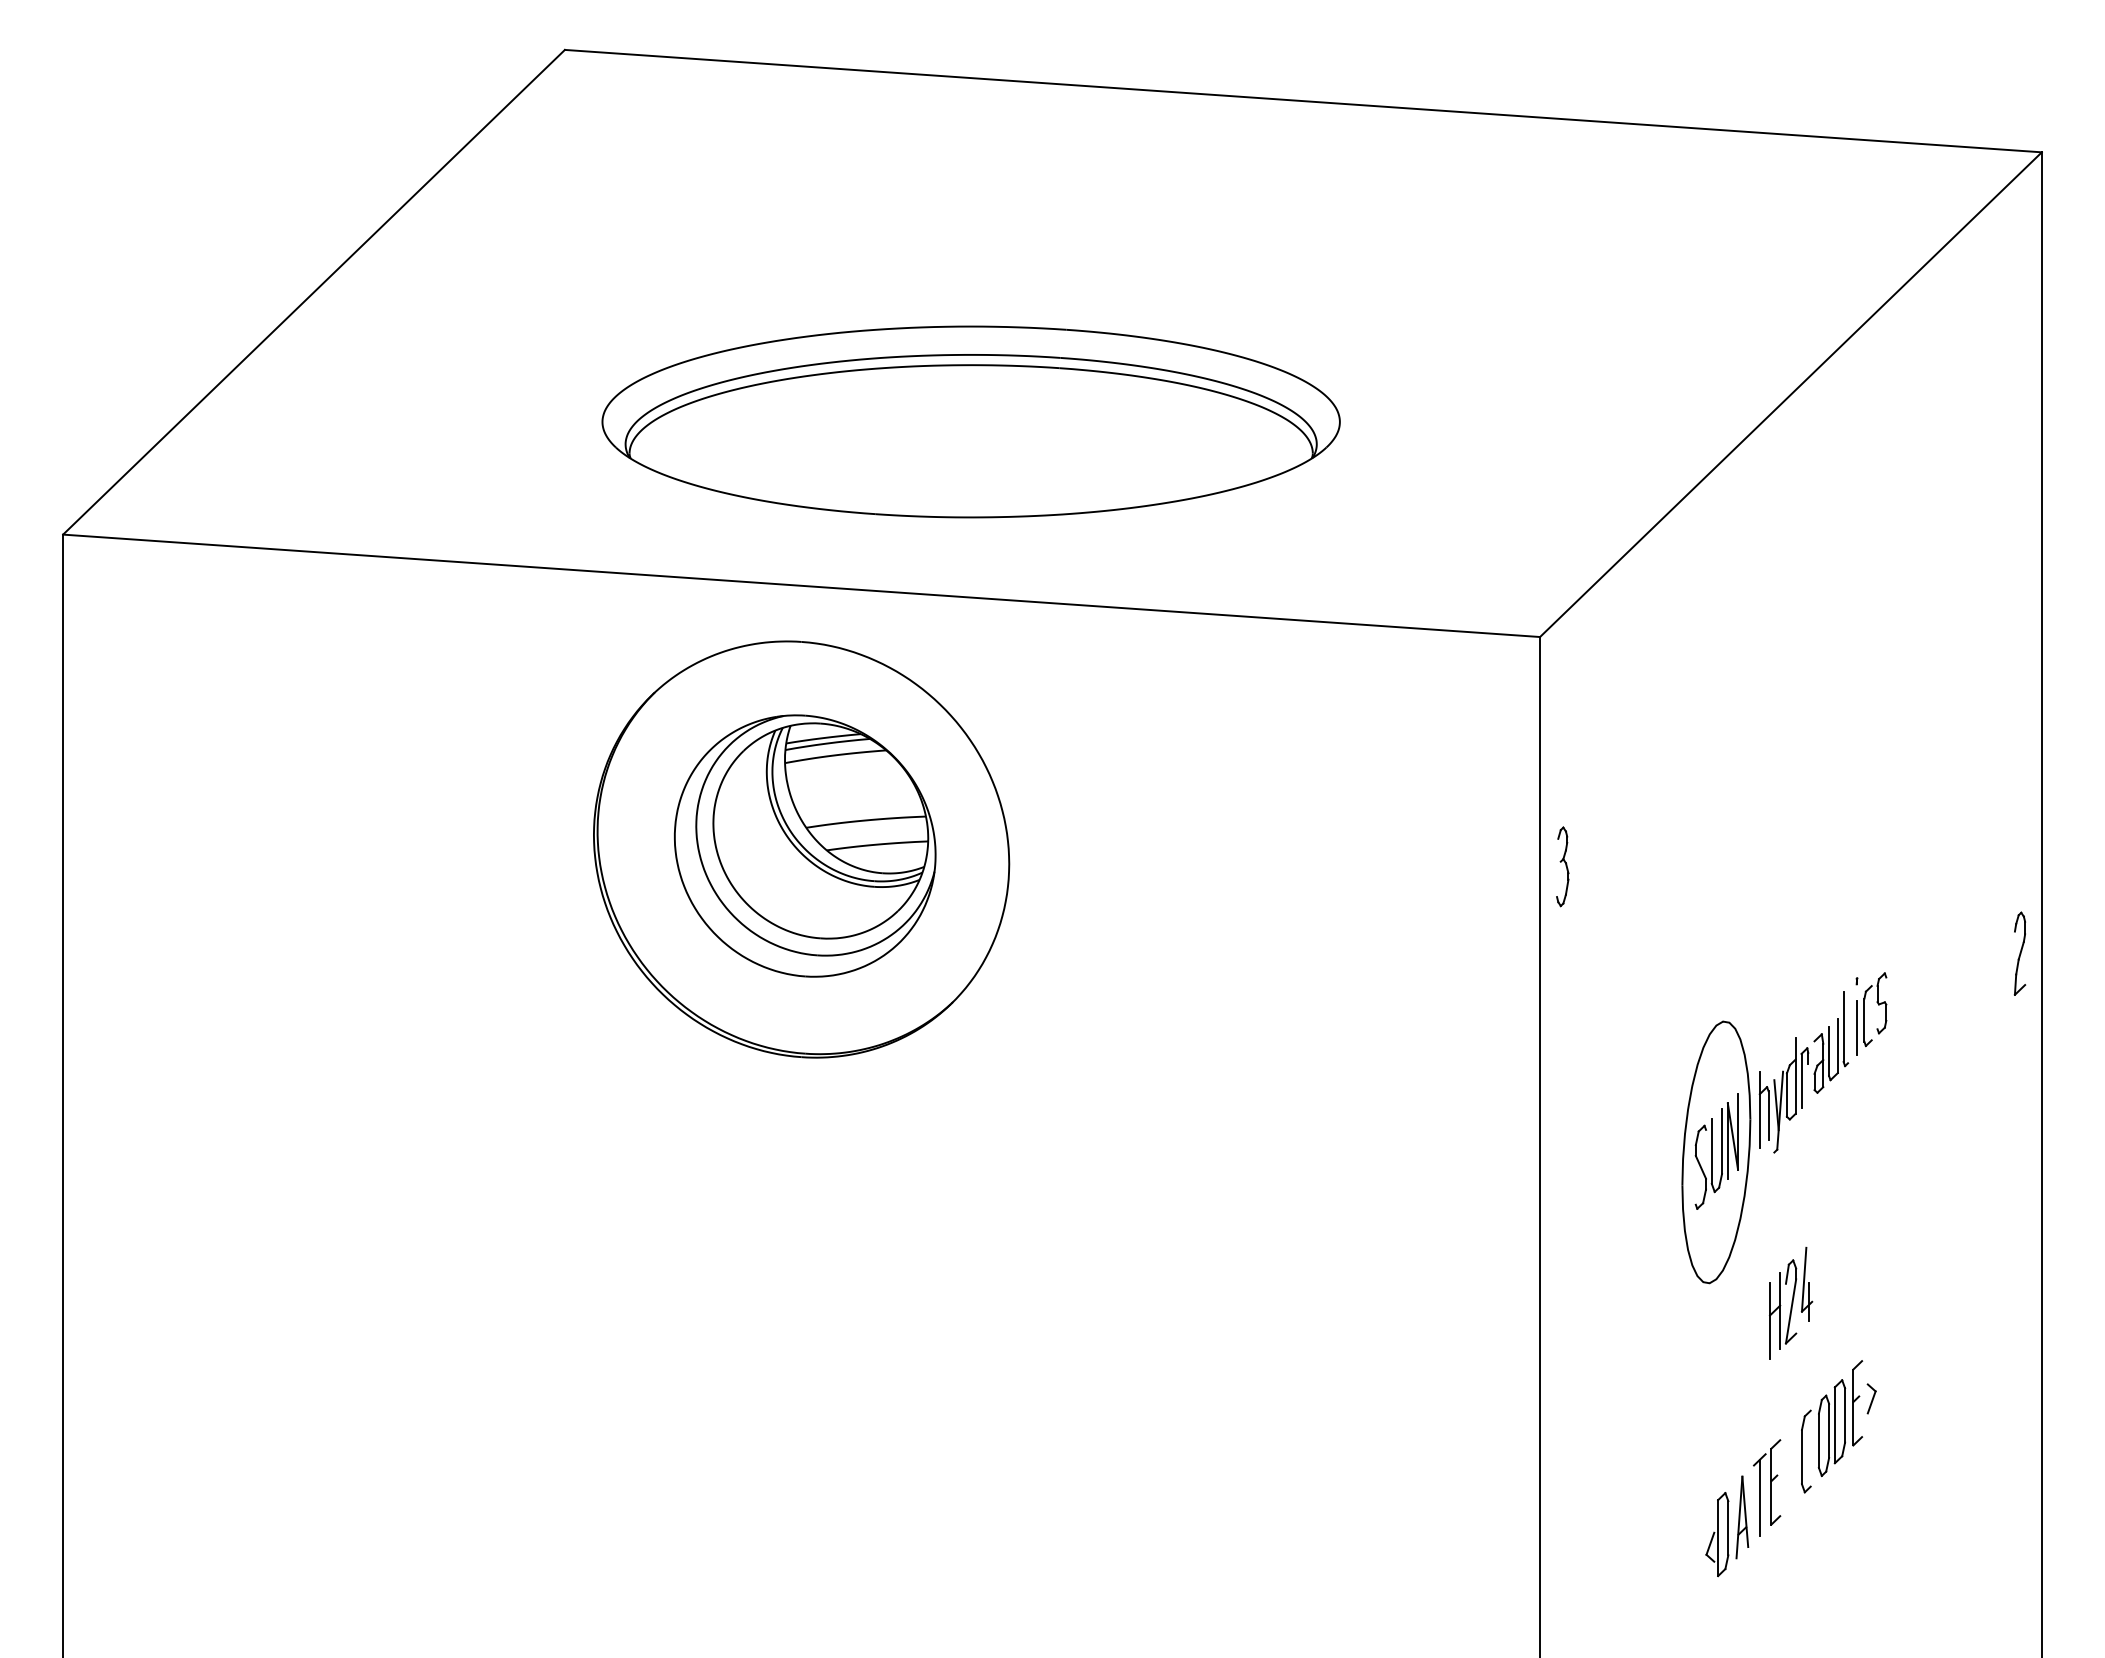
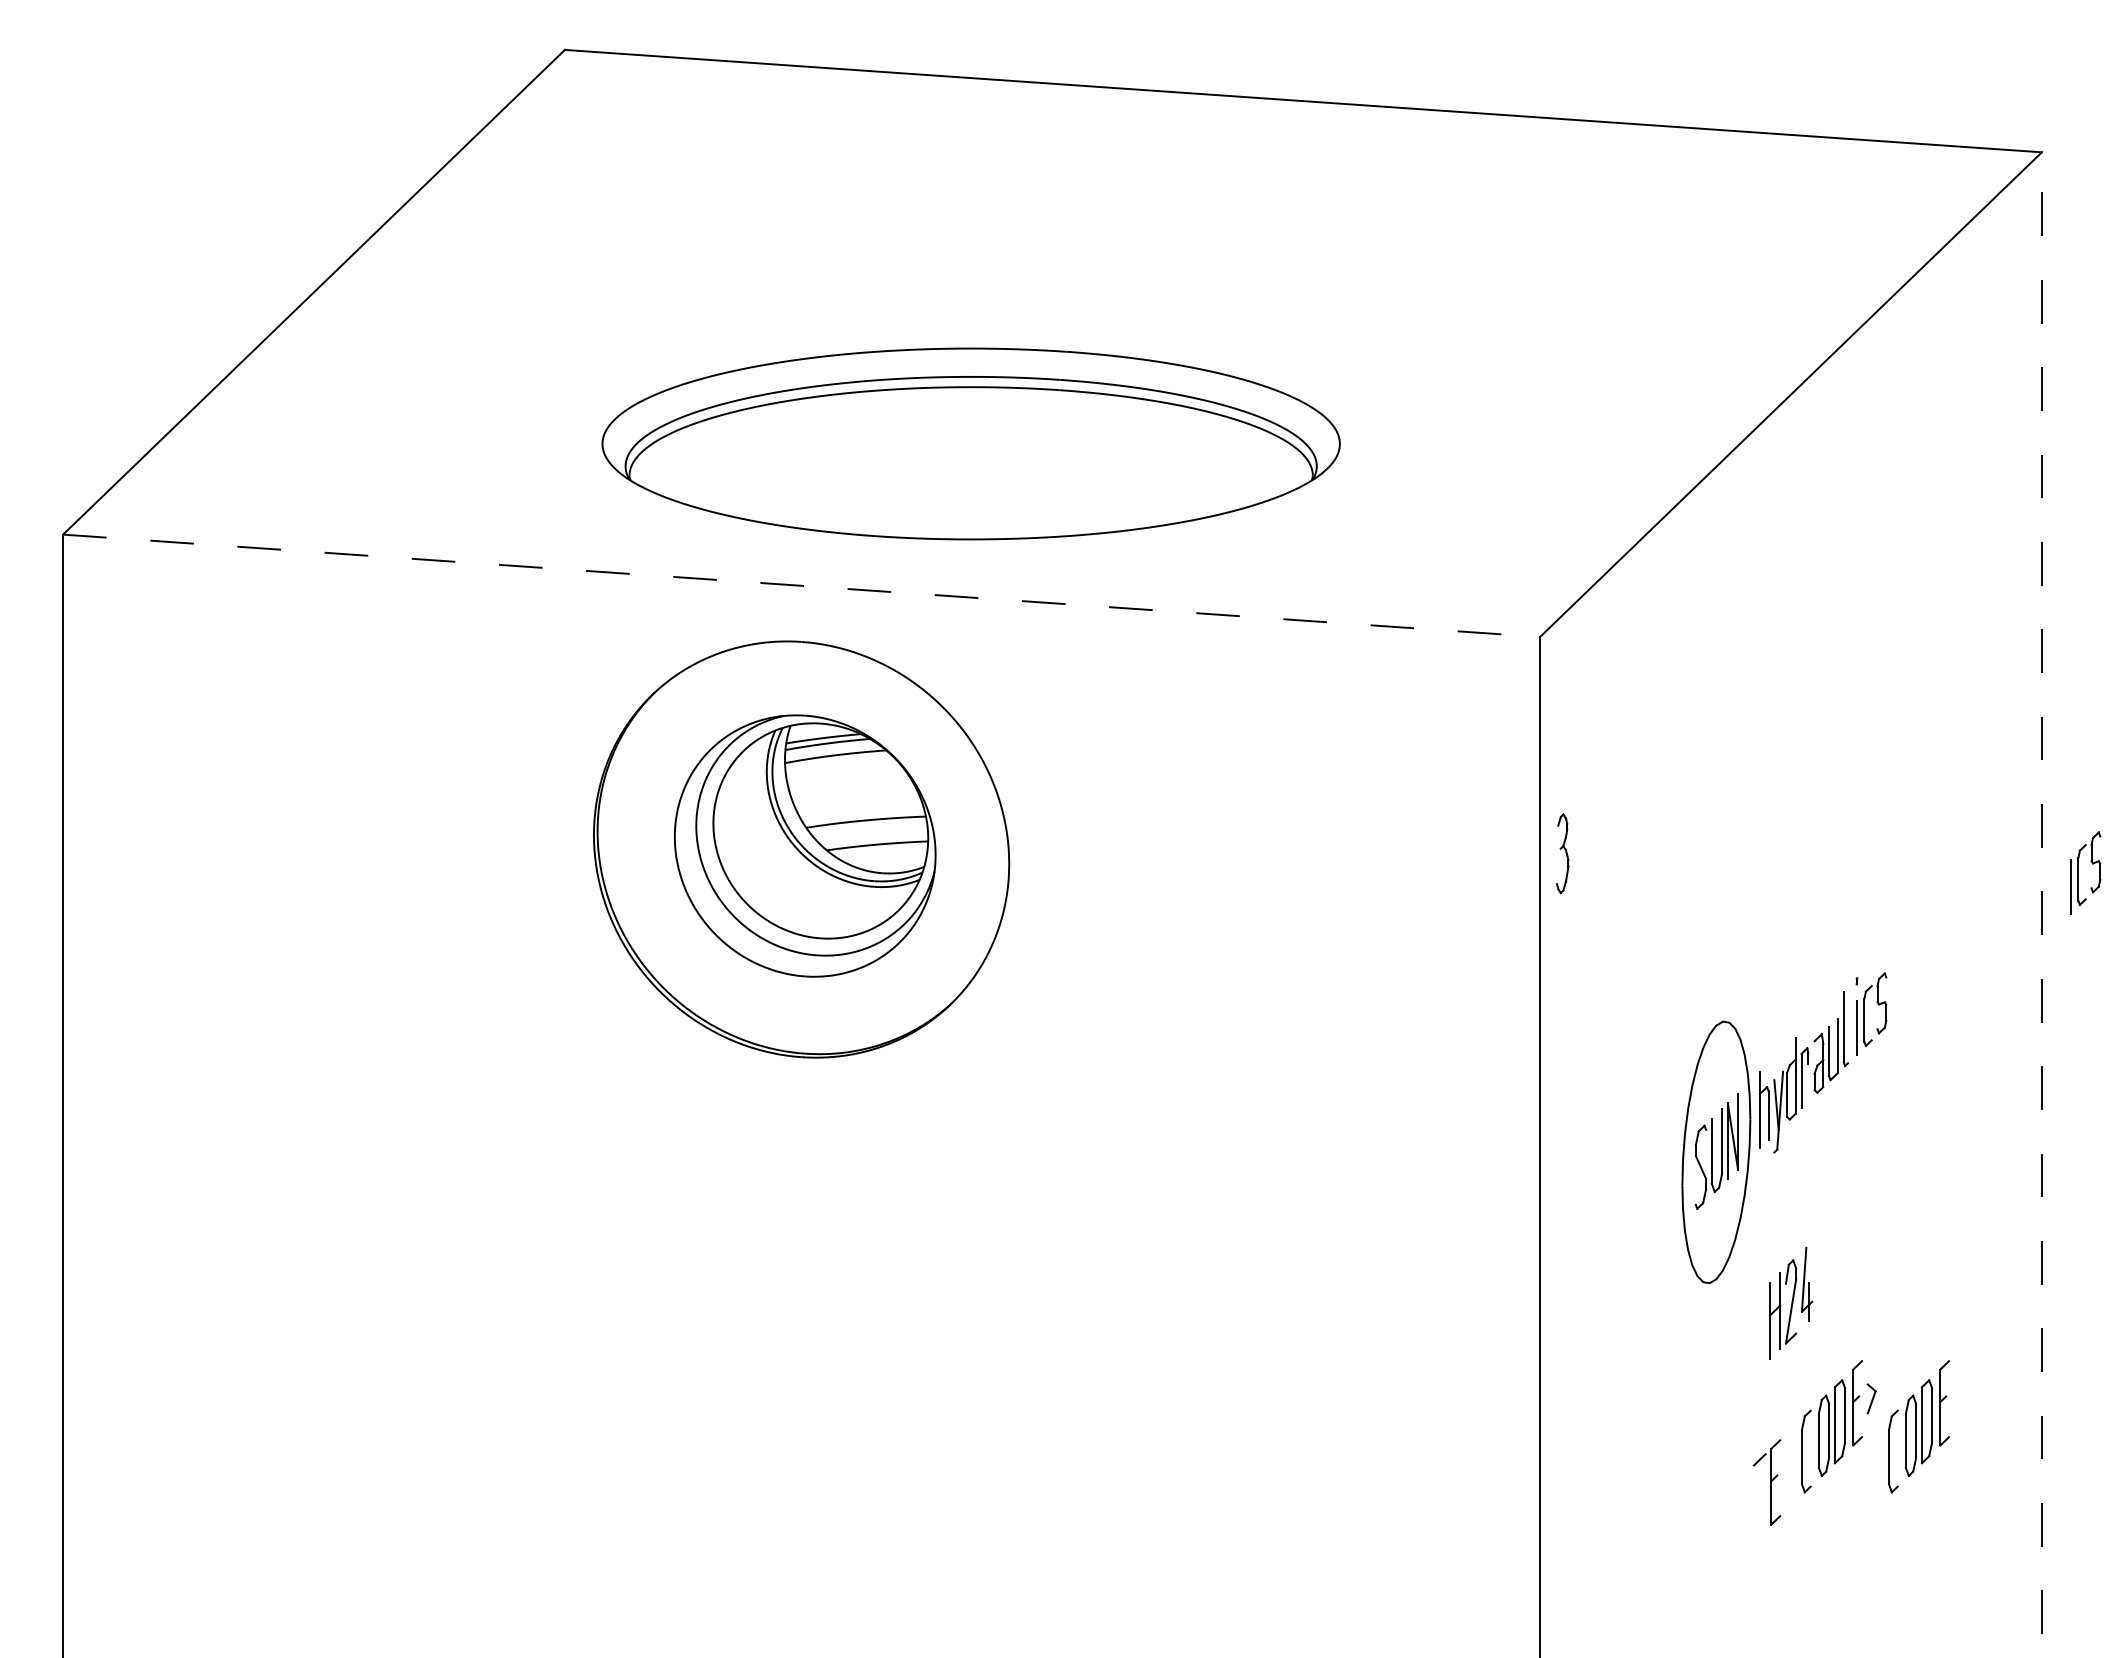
part at (970, 421) position: (970, 421) -> (970, 443)
line at (802, 585): solid -> dashed
part at (1562, 866) position: (1562, 866) -> (1562, 853)
part at (2078, 872): none -> present
line at (2041, 905): solid -> dashed
part at (2019, 953): present -> none
part at (1919, 1426): none -> present
line at (1759, 1497): present -> none
part at (1727, 1526): present -> none
